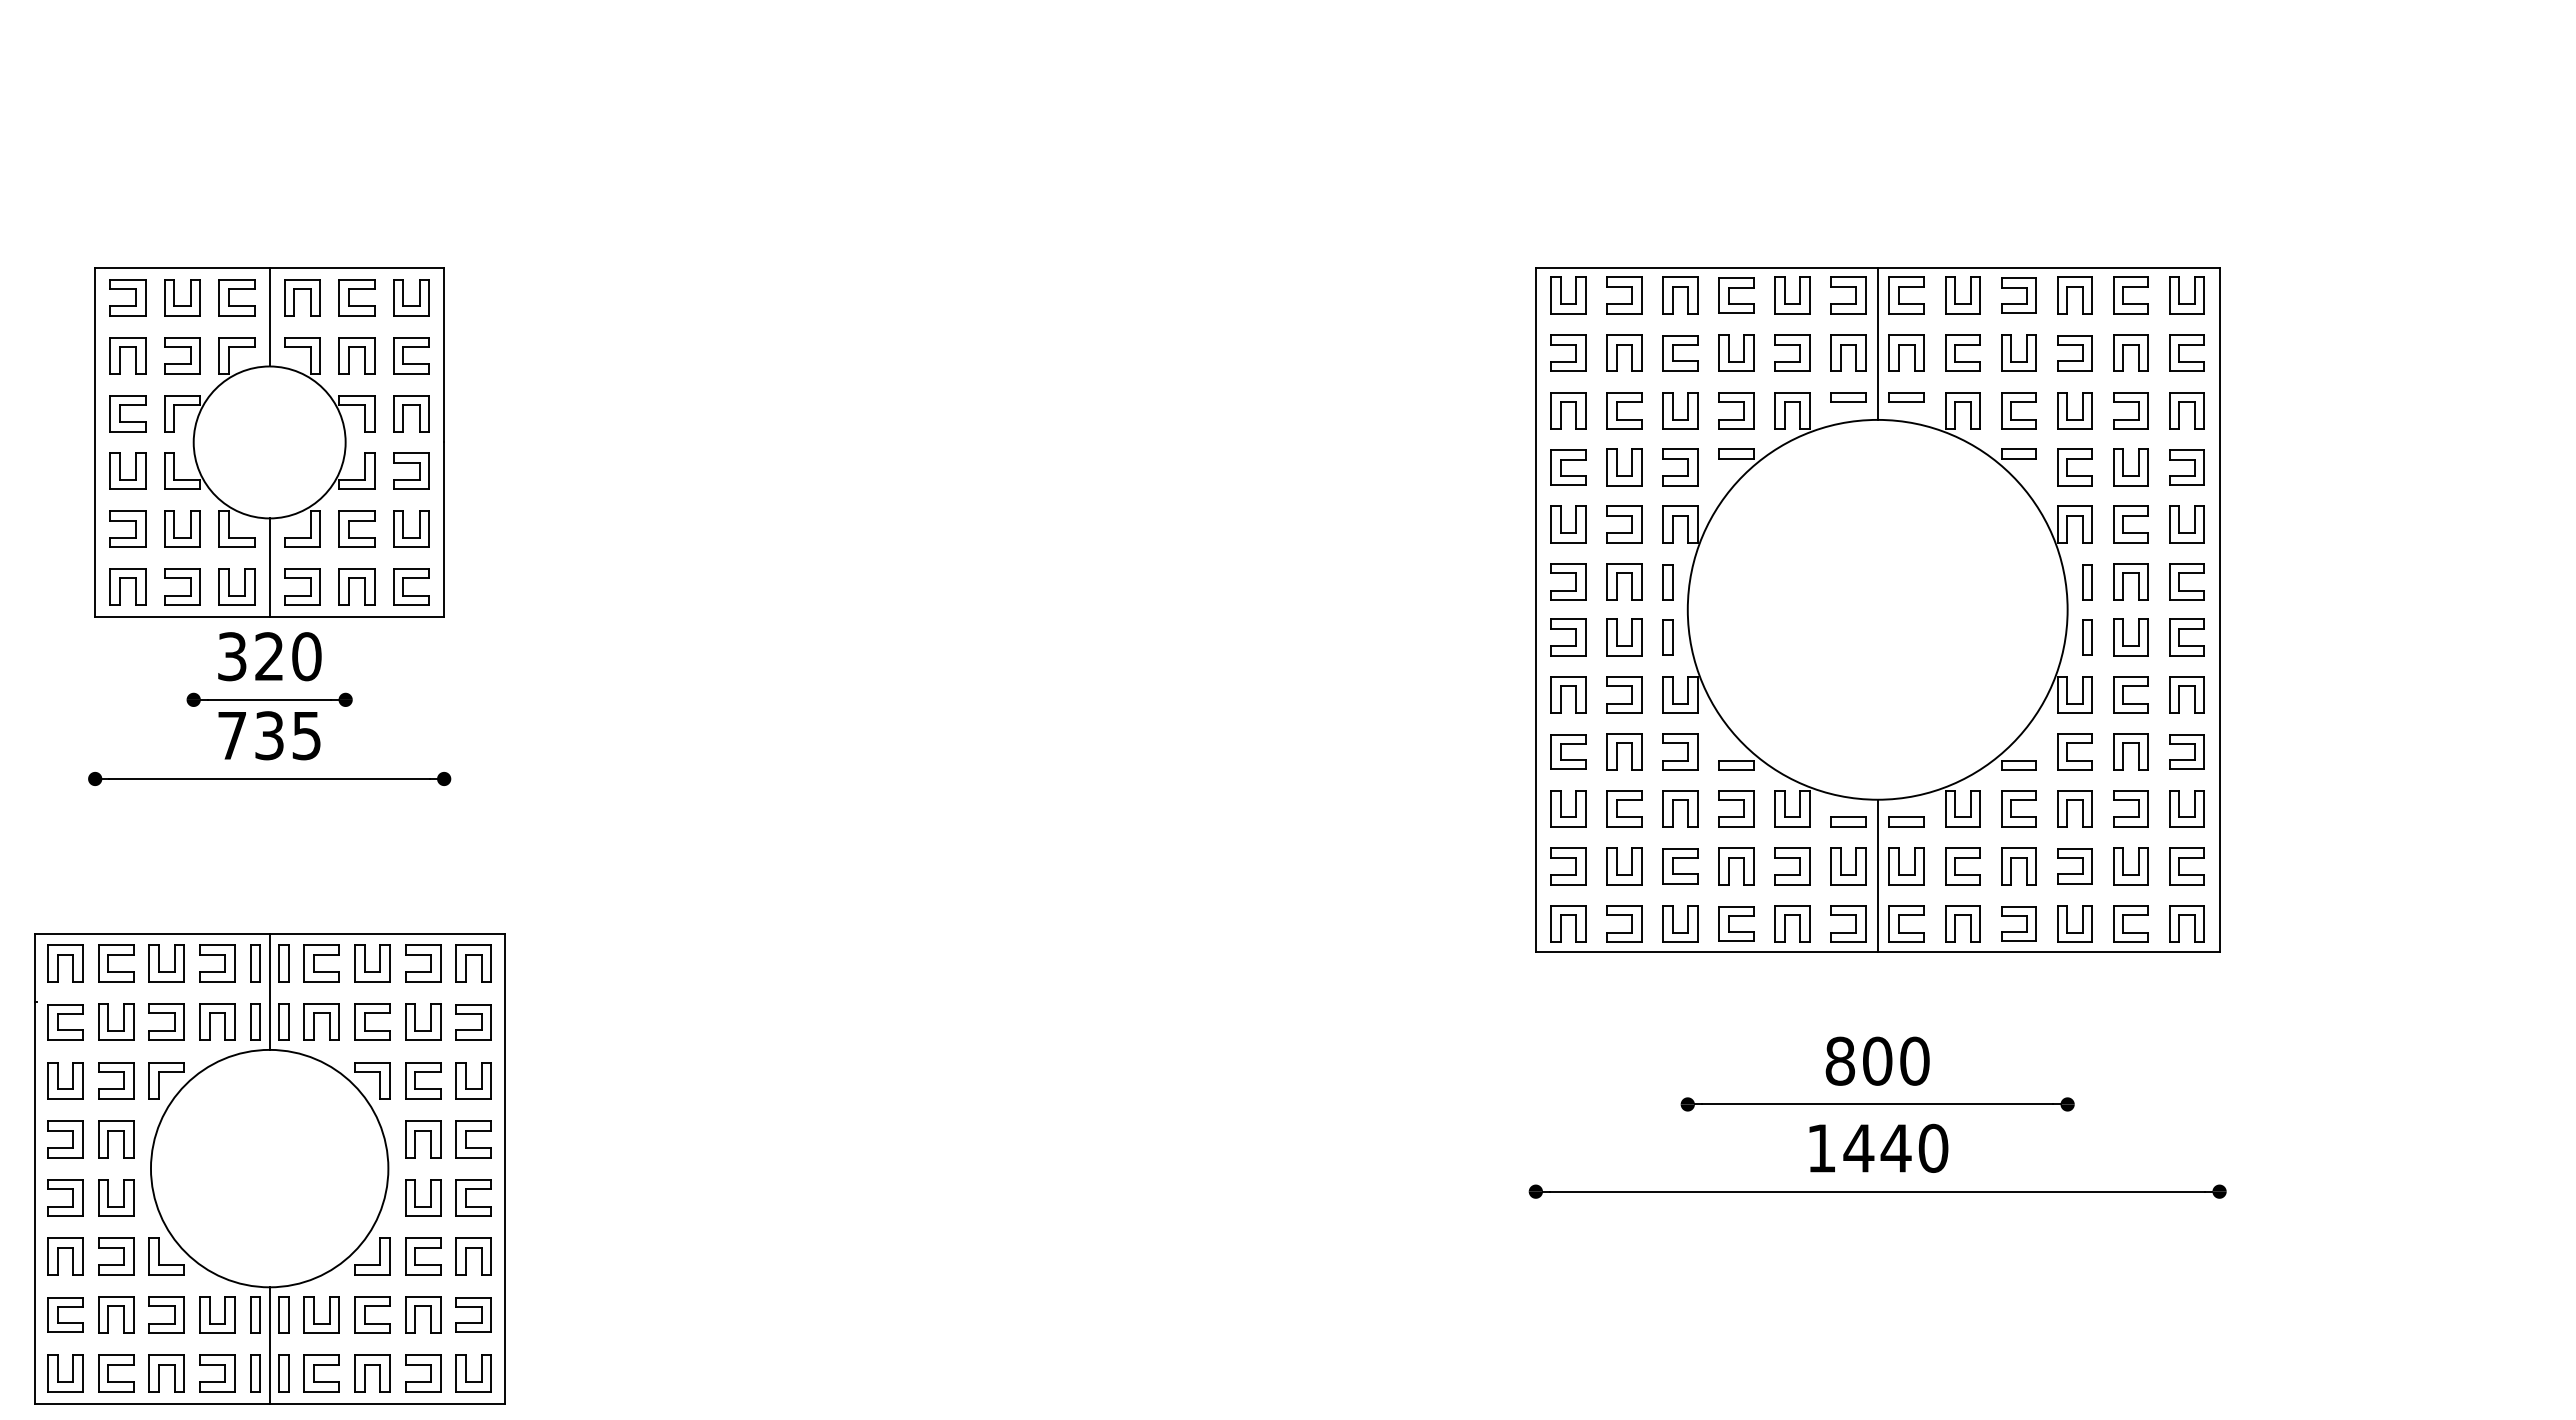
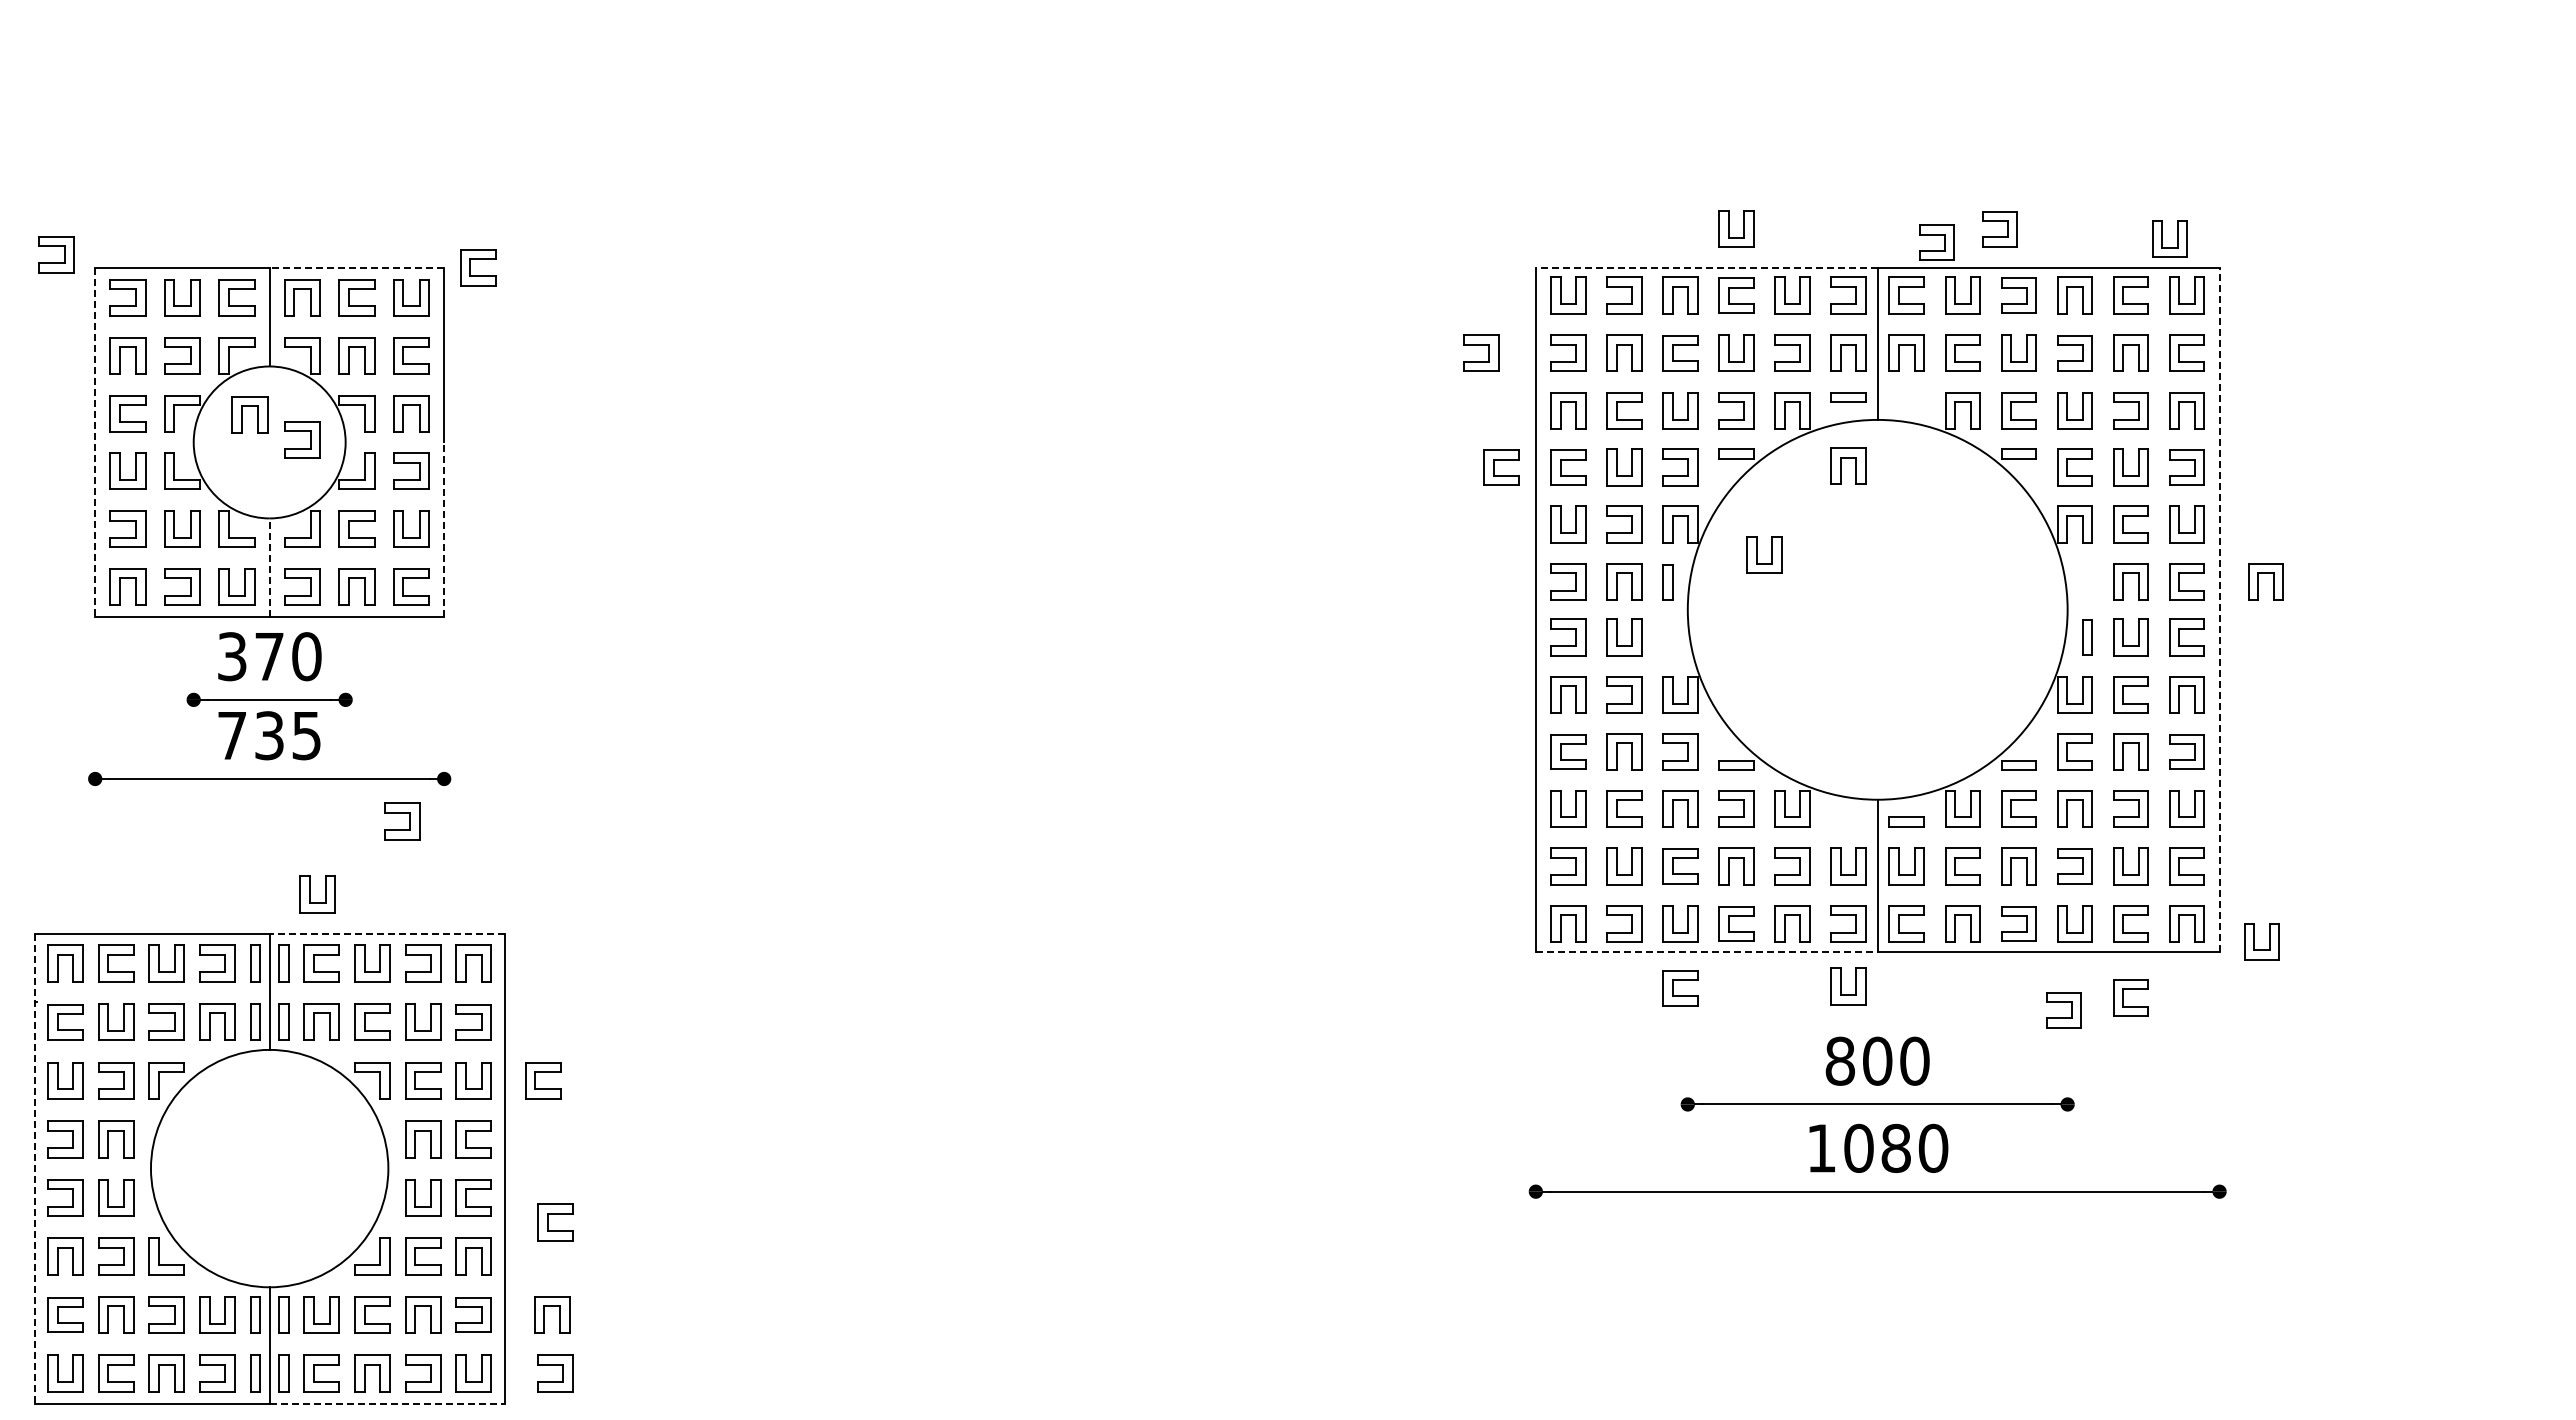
part at (1729, 228): none -> present
part at (1936, 235): none -> present
part at (1999, 236): none -> present
part at (2162, 238): none -> present
part at (56, 246): none -> present
part at (478, 259): none -> present
line at (356, 267): solid -> dashed
line at (1706, 267): solid -> dashed
part at (1481, 345): none -> present
part at (1906, 397): present -> none
part at (242, 414): none -> present
part at (302, 431): none -> present
line at (95, 442): solid -> dashed
part at (1848, 458): none -> present
part at (1501, 460): none -> present
line at (444, 529): solid -> dashed
part at (1757, 554): none -> present
line at (269, 567): solid -> dashed
part at (2258, 581): none -> present
part at (2087, 582): present -> none
line at (2219, 609): solid -> dashed
part at (1667, 637): present -> none
text at (269, 656): 320 -> 370
part at (409, 821): none -> present
part at (1848, 821): present -> none
part at (310, 894): none -> present
line at (387, 933): solid -> dashed
part at (2254, 941): none -> present
line at (1706, 951): solid -> dashed
part at (1841, 986): none -> present
part at (1673, 988): none -> present
part at (2123, 997): none -> present
part at (2063, 1017): none -> present
part at (543, 1072): none -> present
text at (1877, 1147): 1440 -> 1080
line at (34, 1169): solid -> dashed
part at (548, 1222): none -> present
part at (559, 1314): none -> present
part at (562, 1373): none -> present
line at (387, 1403): solid -> dashed
